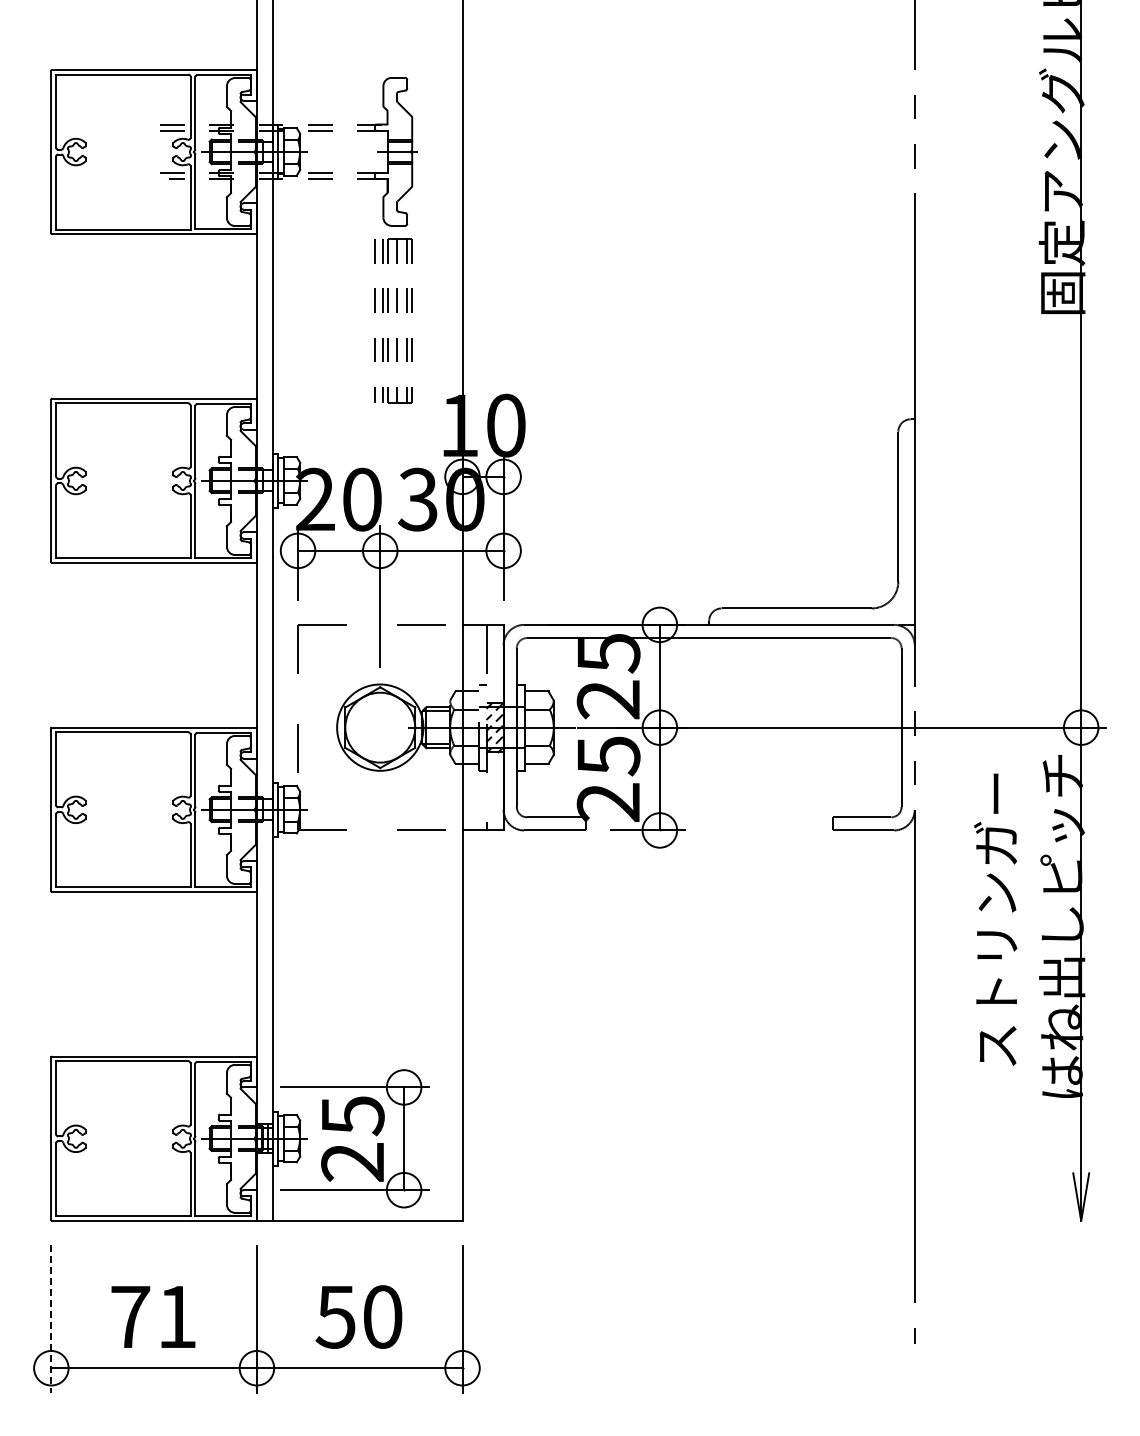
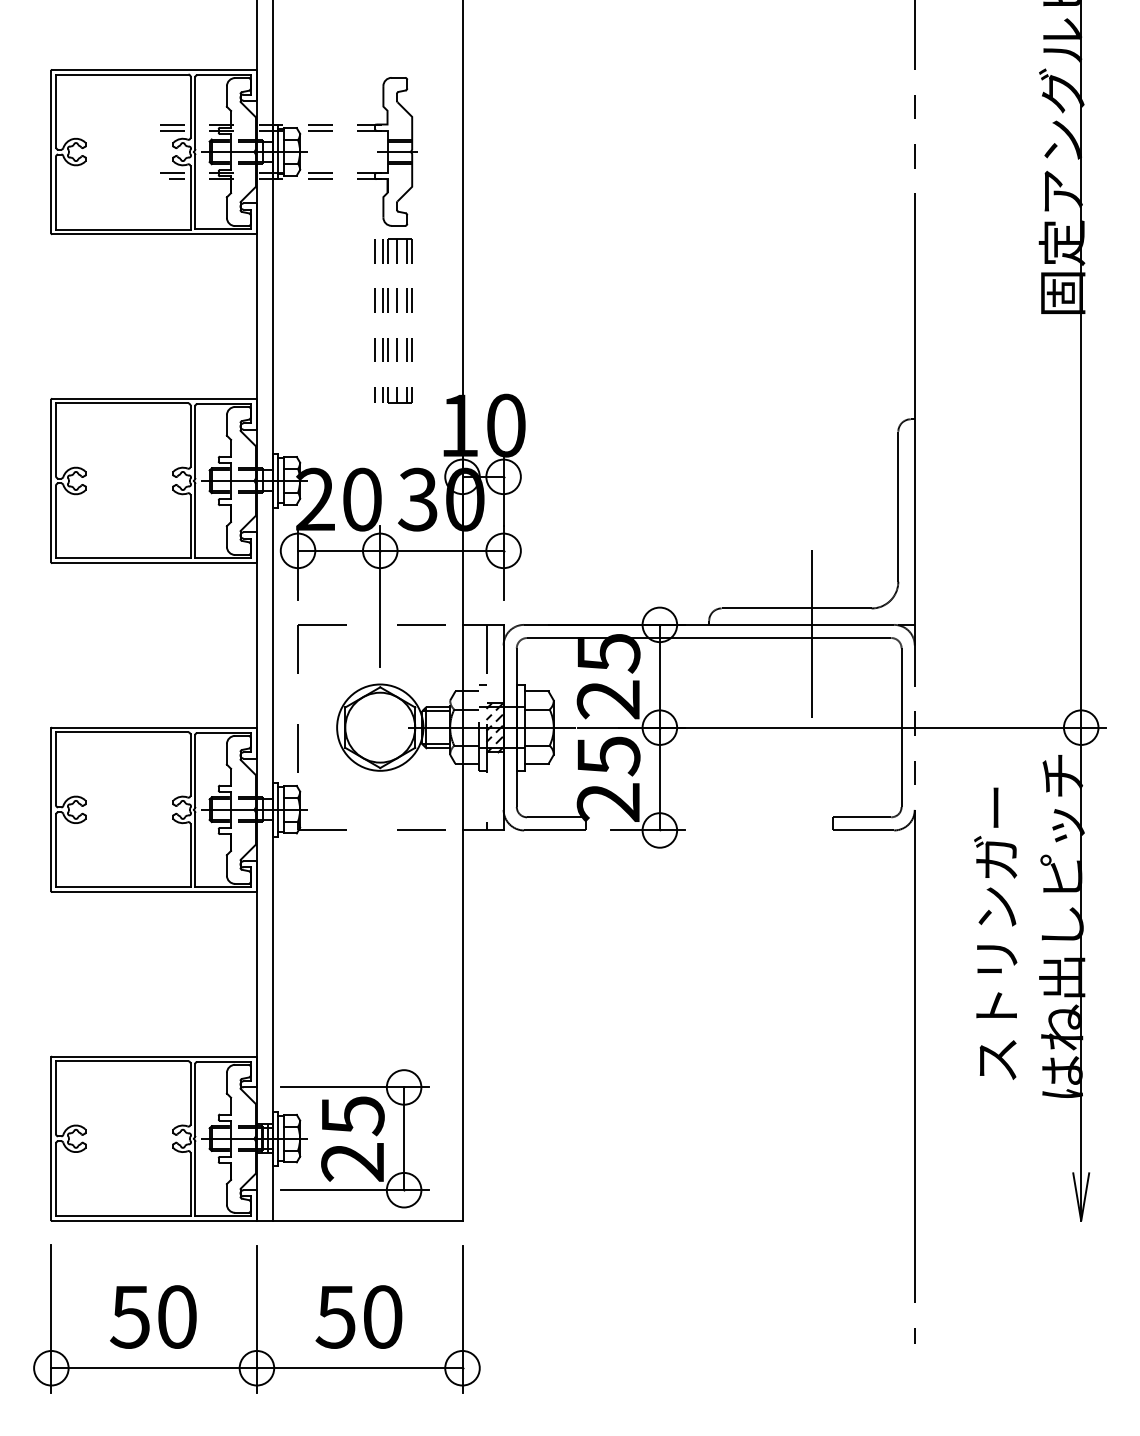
line at (811, 633): none -> present
text at (995, 919) position: (995, 919) -> (995, 933)
text at (153, 1316): 71 -> 50
line at (51, 1319): dashed -> solid
